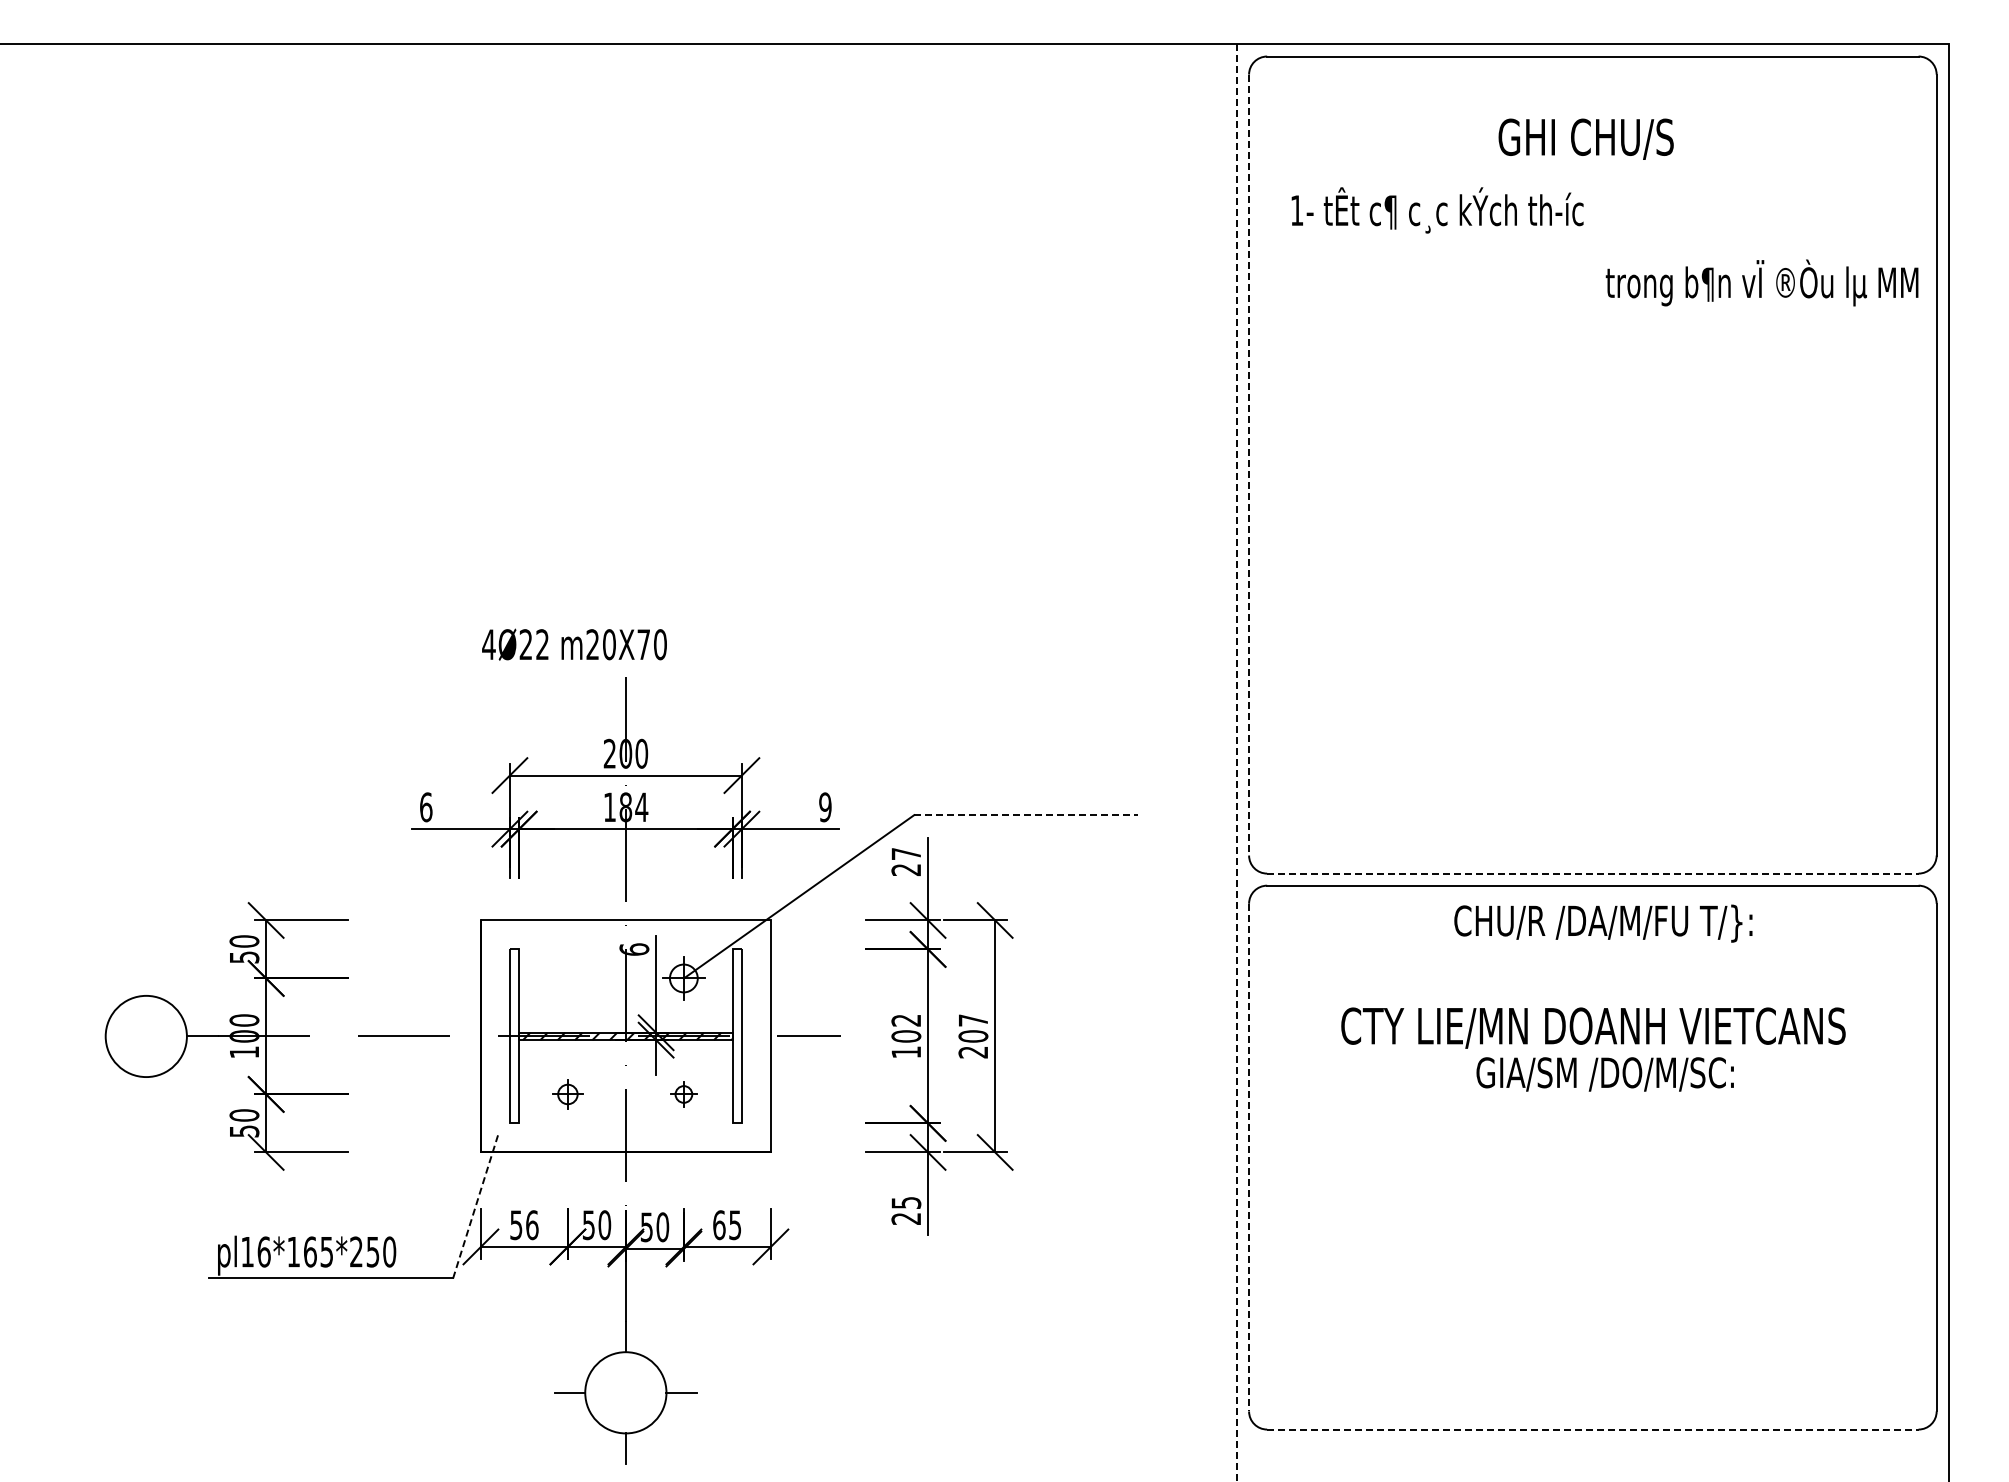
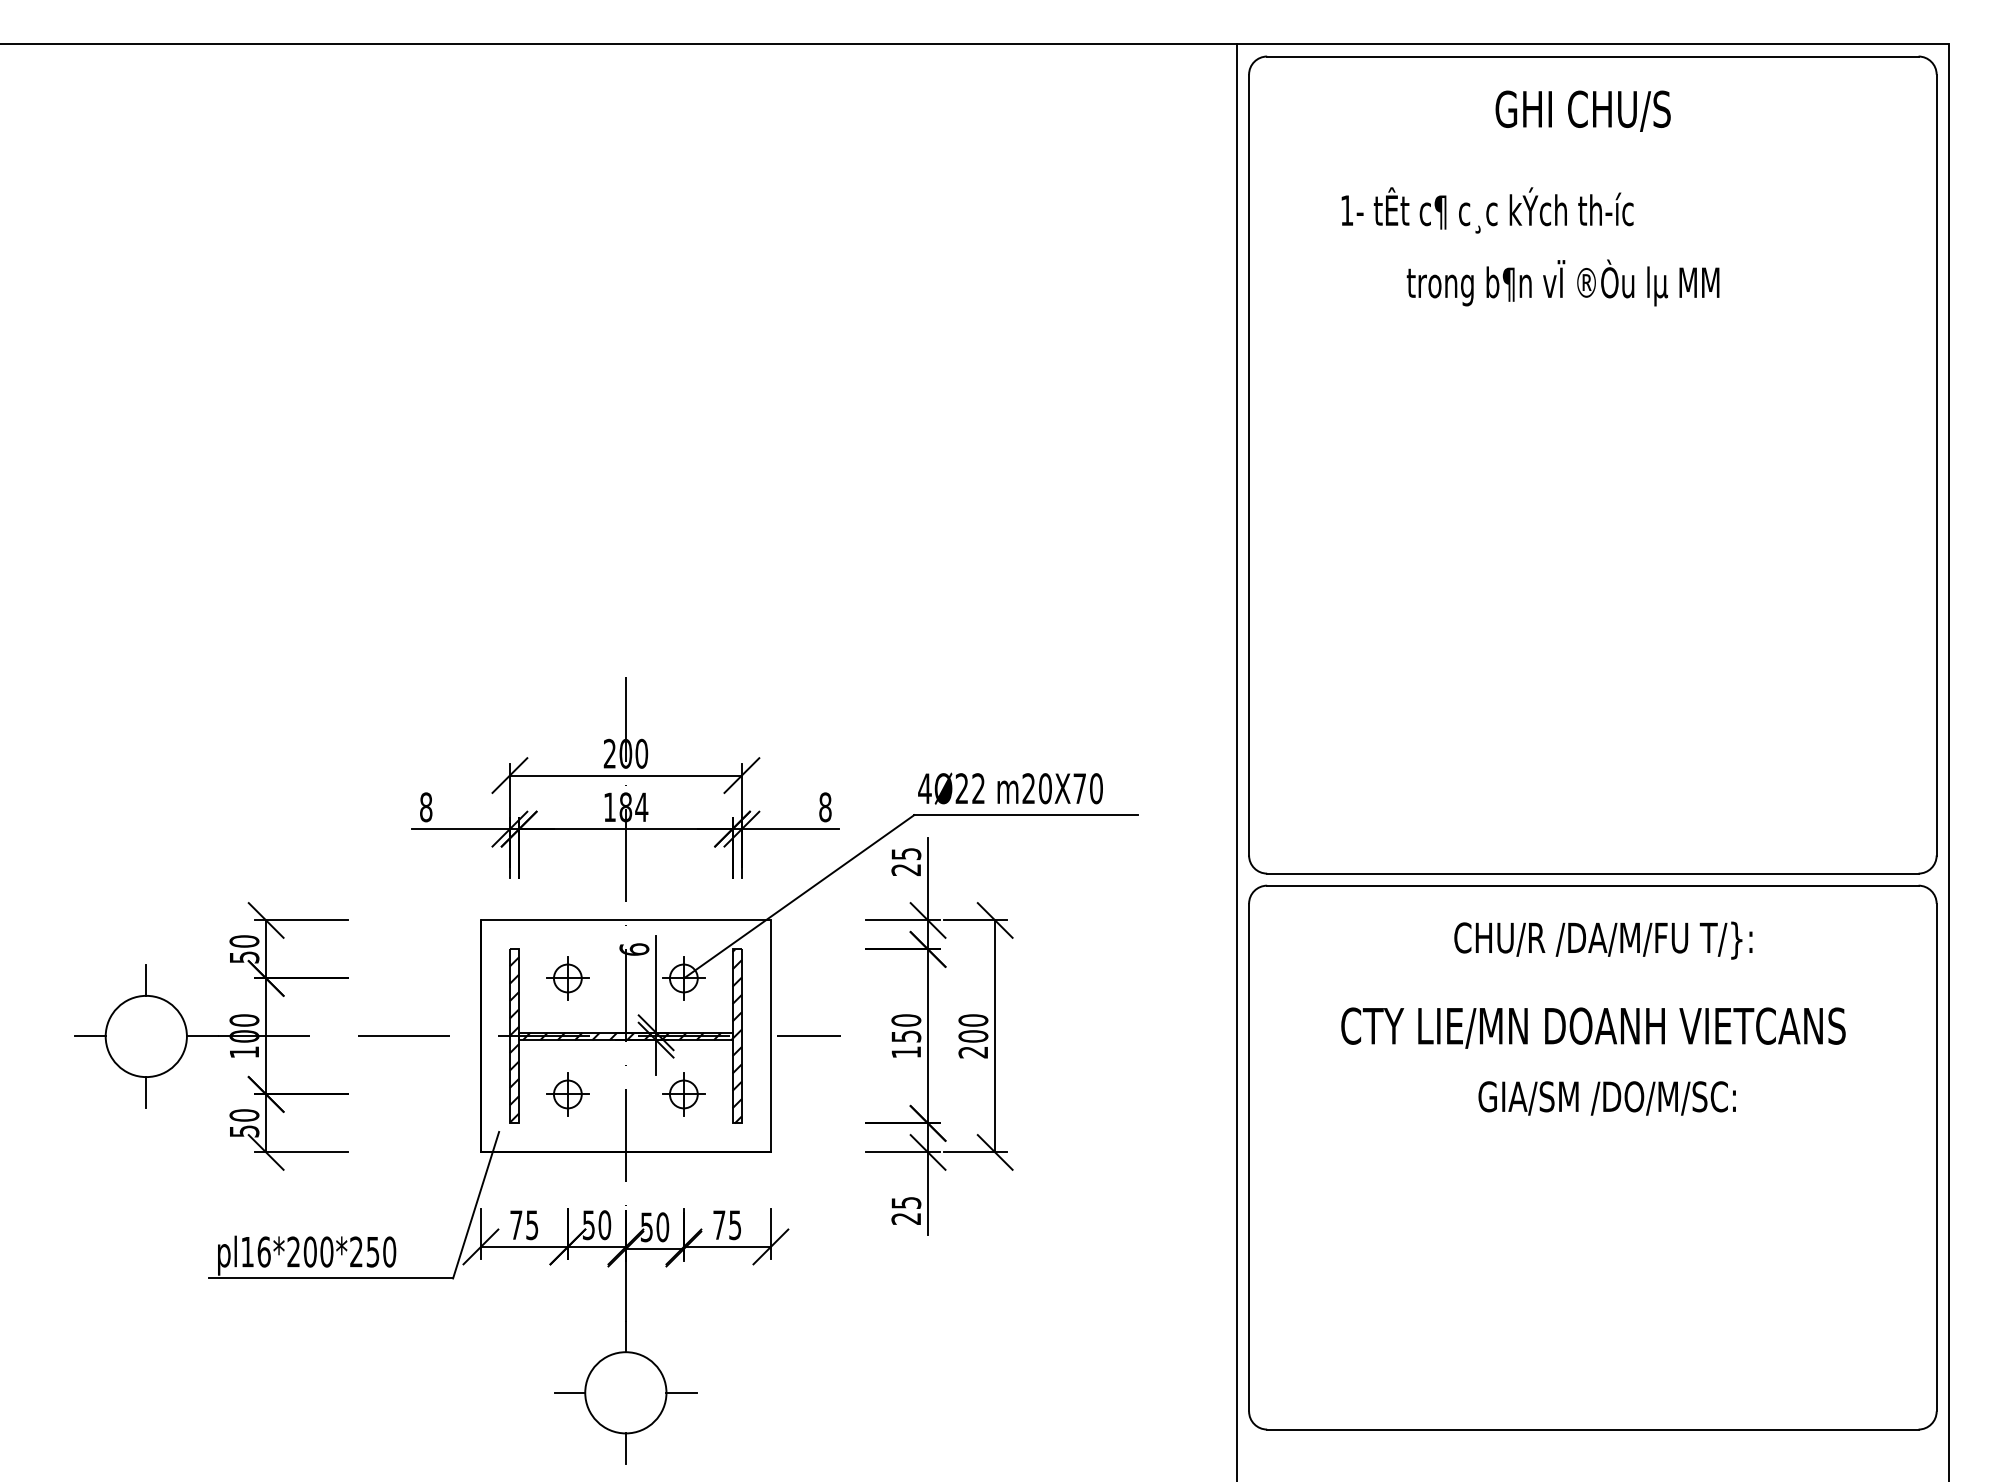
text at (1585, 138) position: (1585, 138) -> (1582, 110)
text at (1437, 210) position: (1437, 210) -> (1487, 210)
text at (1761, 282) position: (1761, 282) -> (1562, 282)
line at (1249, 465): dashed -> solid
text at (574, 644) position: (574, 644) -> (1010, 788)
line at (1237, 763): dashed -> solid
text at (426, 807): 6 -> 8
text at (825, 807): 9 -> 8
line at (1025, 815): dashed -> solid
text at (906, 853): 27 -> 25
line at (1592, 873): dashed -> solid
text at (1603, 923) position: (1603, 923) -> (1603, 940)
part at (567, 978): none -> present
line at (146, 980): none -> present
text at (973, 1020): 207 -> 200
text at (906, 1028): 102 -> 150
line at (90, 1036): none -> present
hatch at (736, 1036): none -> present
hatch at (514, 1039): none -> present
text at (1604, 1074) position: (1604, 1074) -> (1606, 1098)
line at (146, 1092): none -> present
part at (567, 1094) size: 32x31 px -> 44x45 px
part at (683, 1094) size: 28x27 px -> 44x45 px
line at (1249, 1157): dashed -> solid
line at (476, 1205): dashed -> solid
text at (524, 1225): 56 -> 75
text at (719, 1225): 65 -> 75
text at (310, 1251): pl16*165*250 -> pl16*200*250
line at (1592, 1429): dashed -> solid
